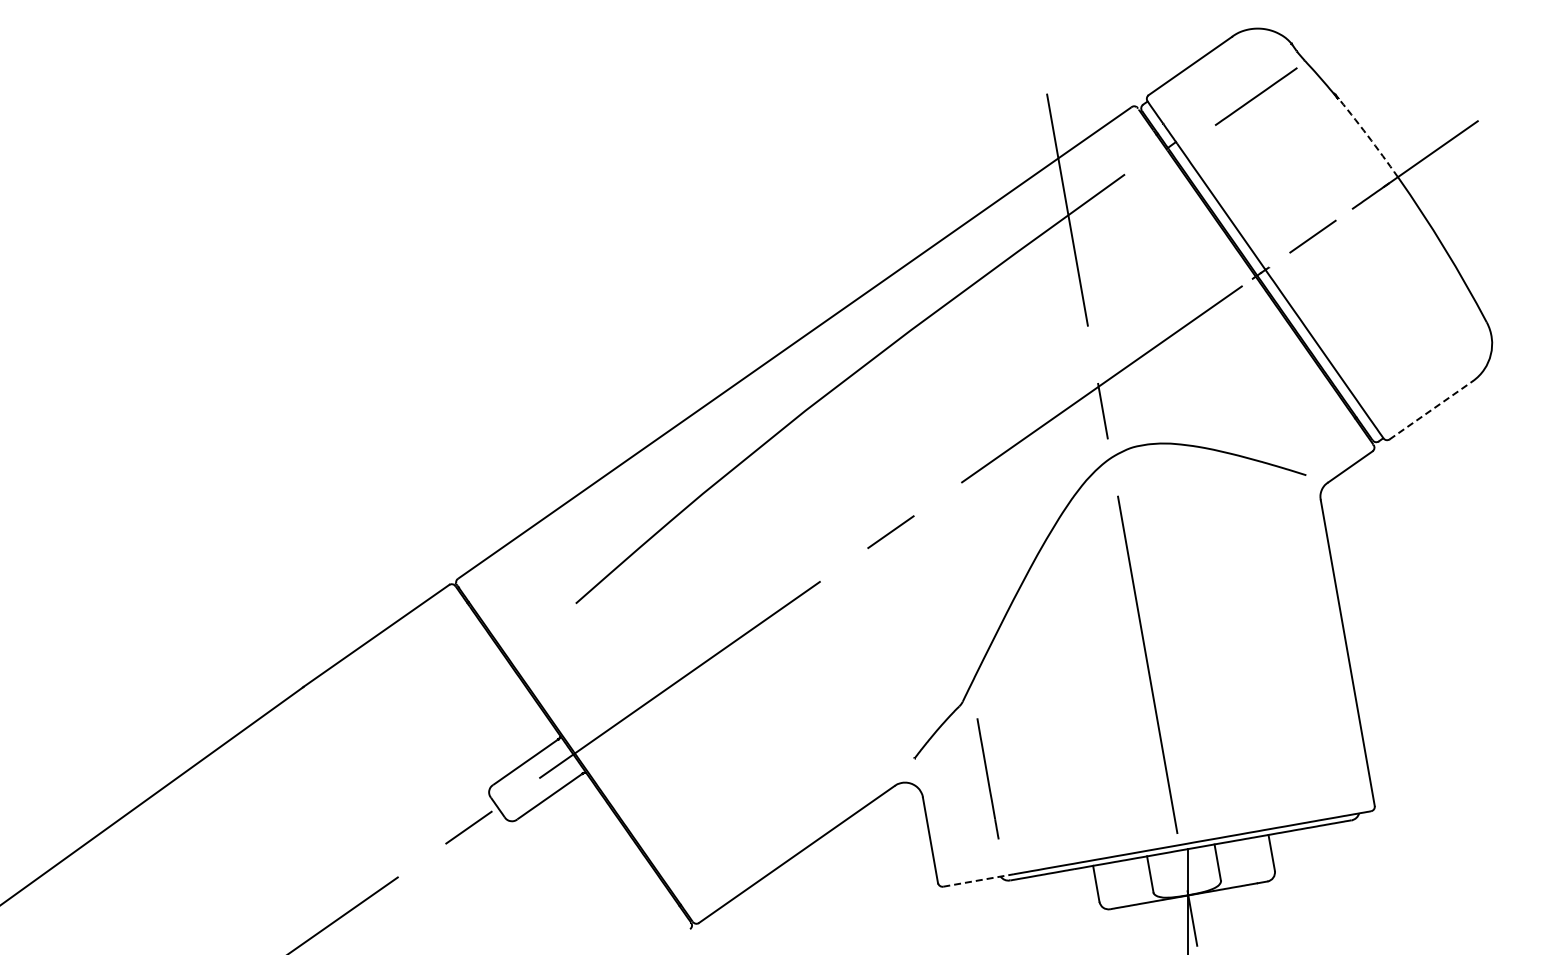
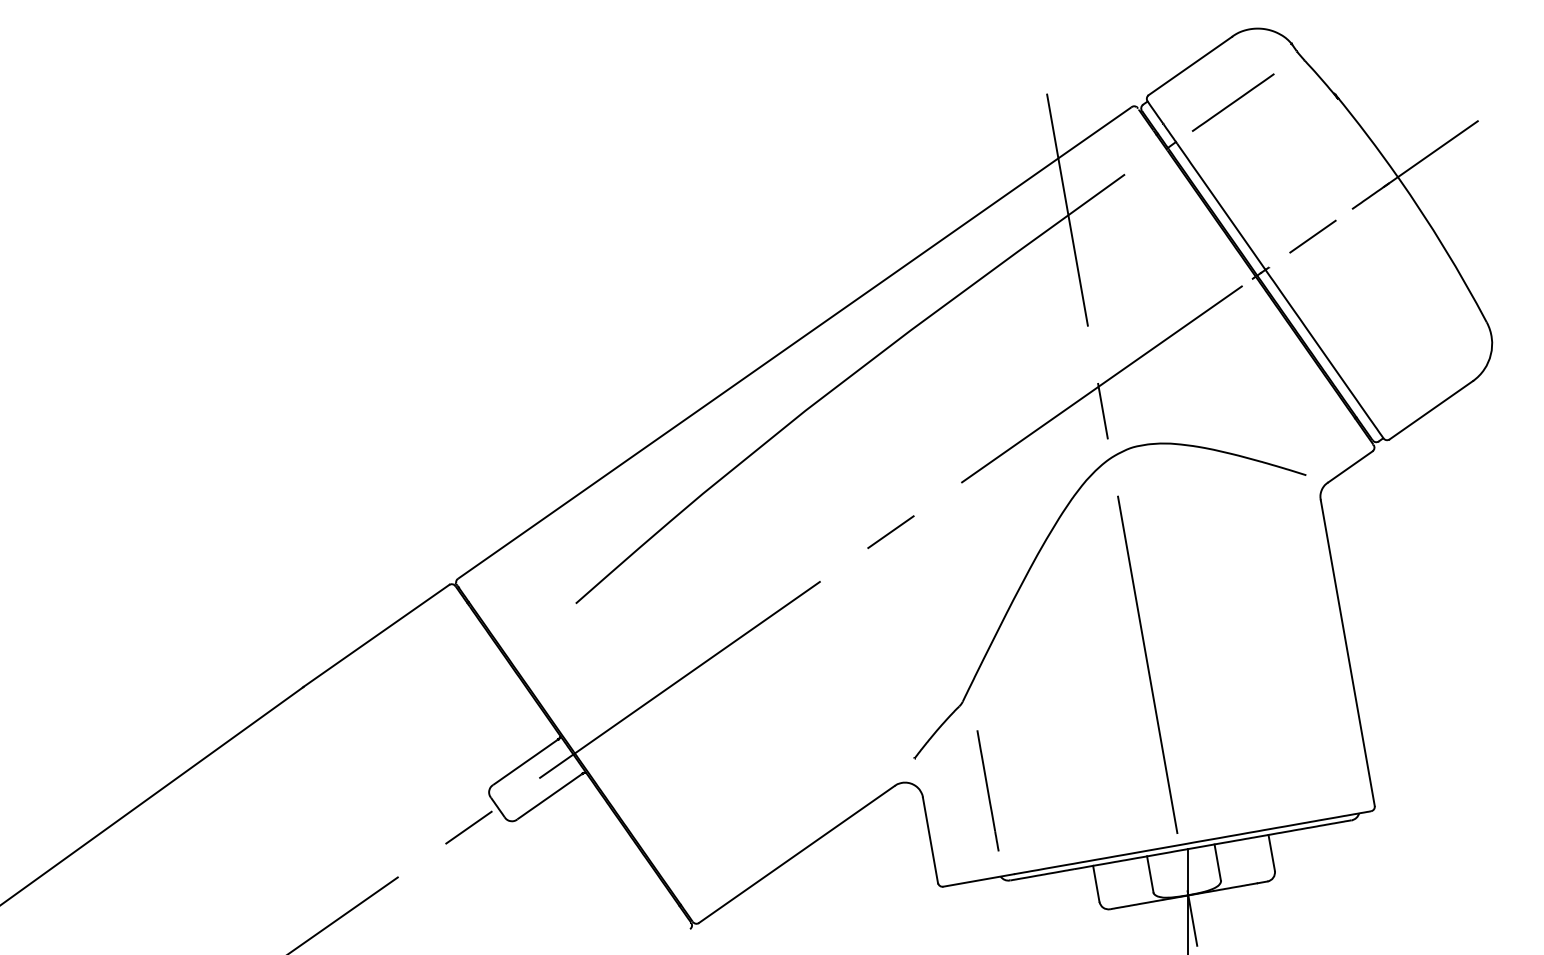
line at (1255, 96) position: (1255, 96) -> (1232, 102)
arc at (1367, 135): dashed -> solid
line at (1431, 410): dashed -> solid
line at (987, 778) position: (987, 778) -> (987, 790)
line at (978, 880): dashed -> solid
